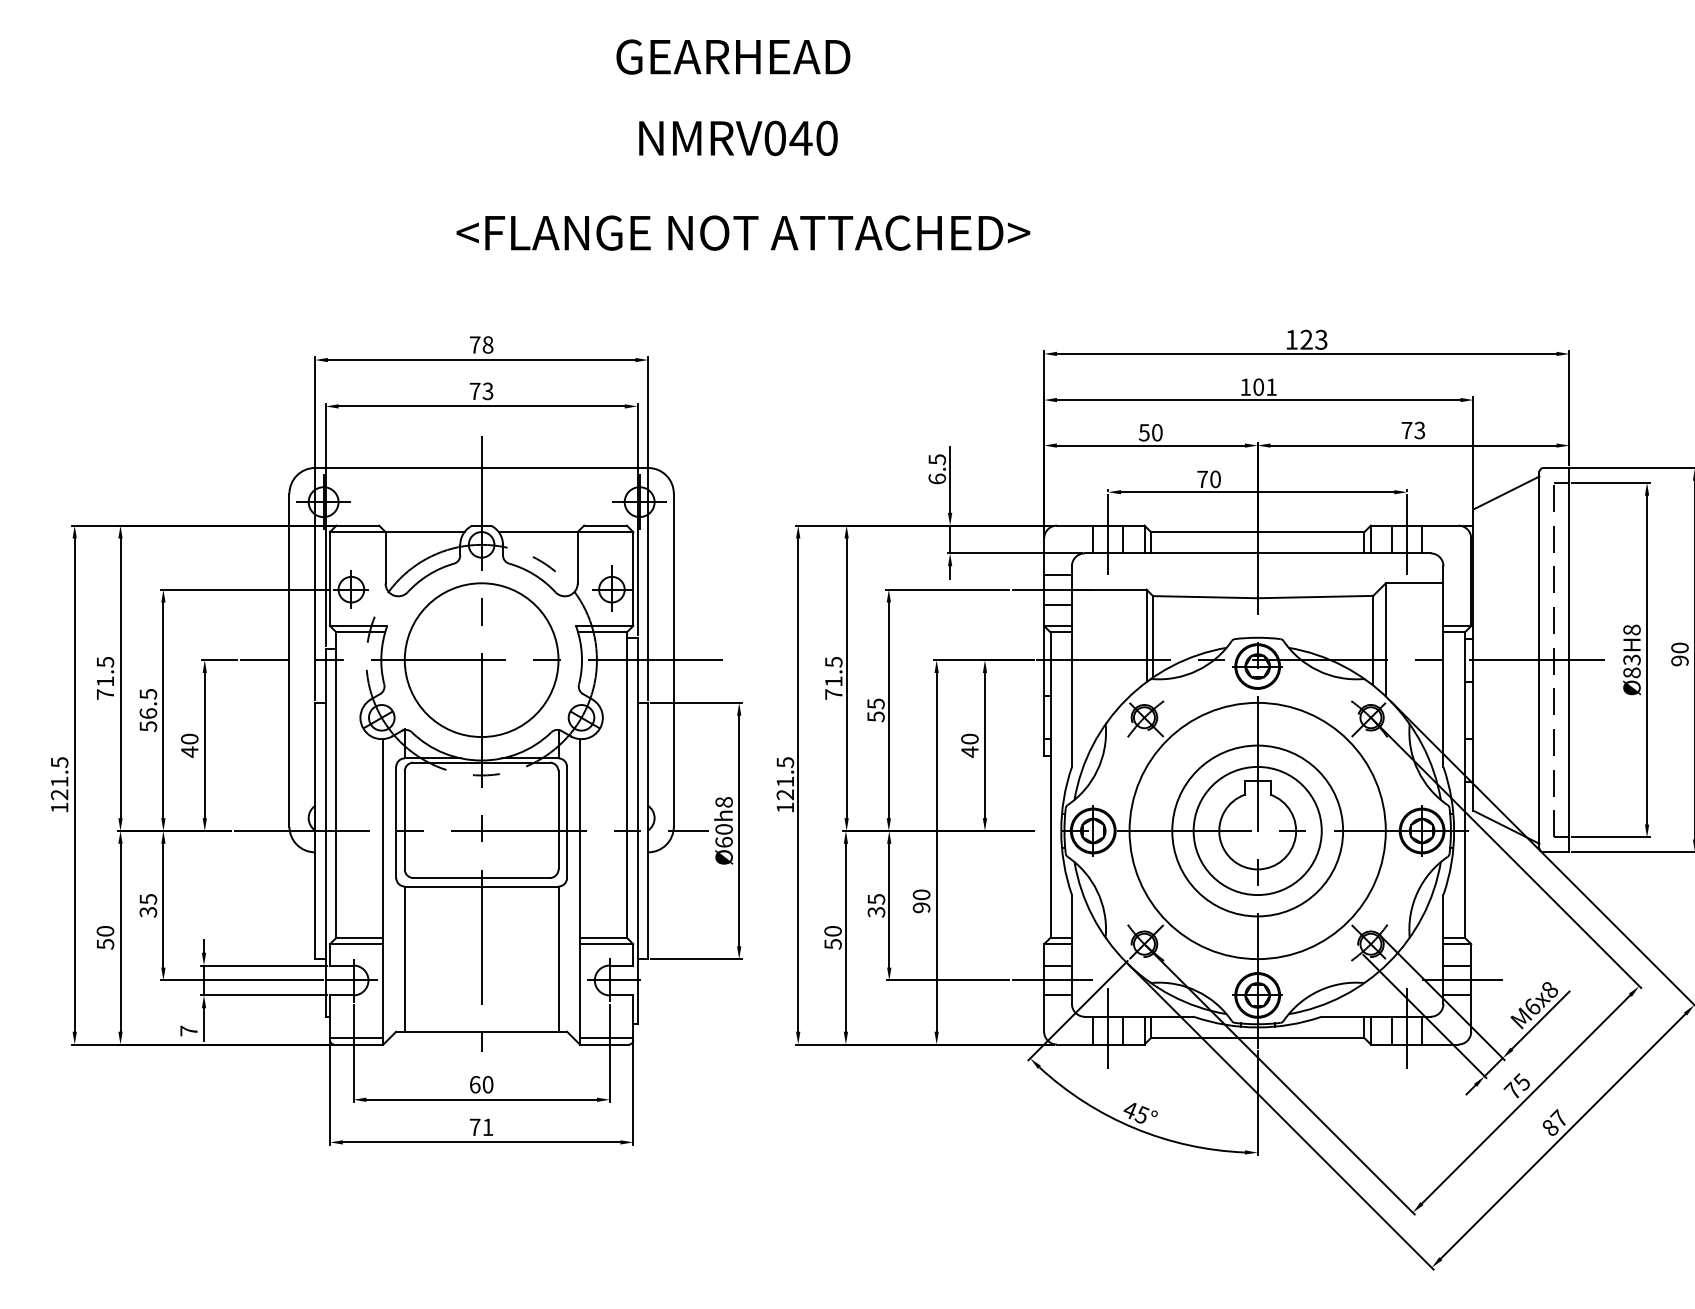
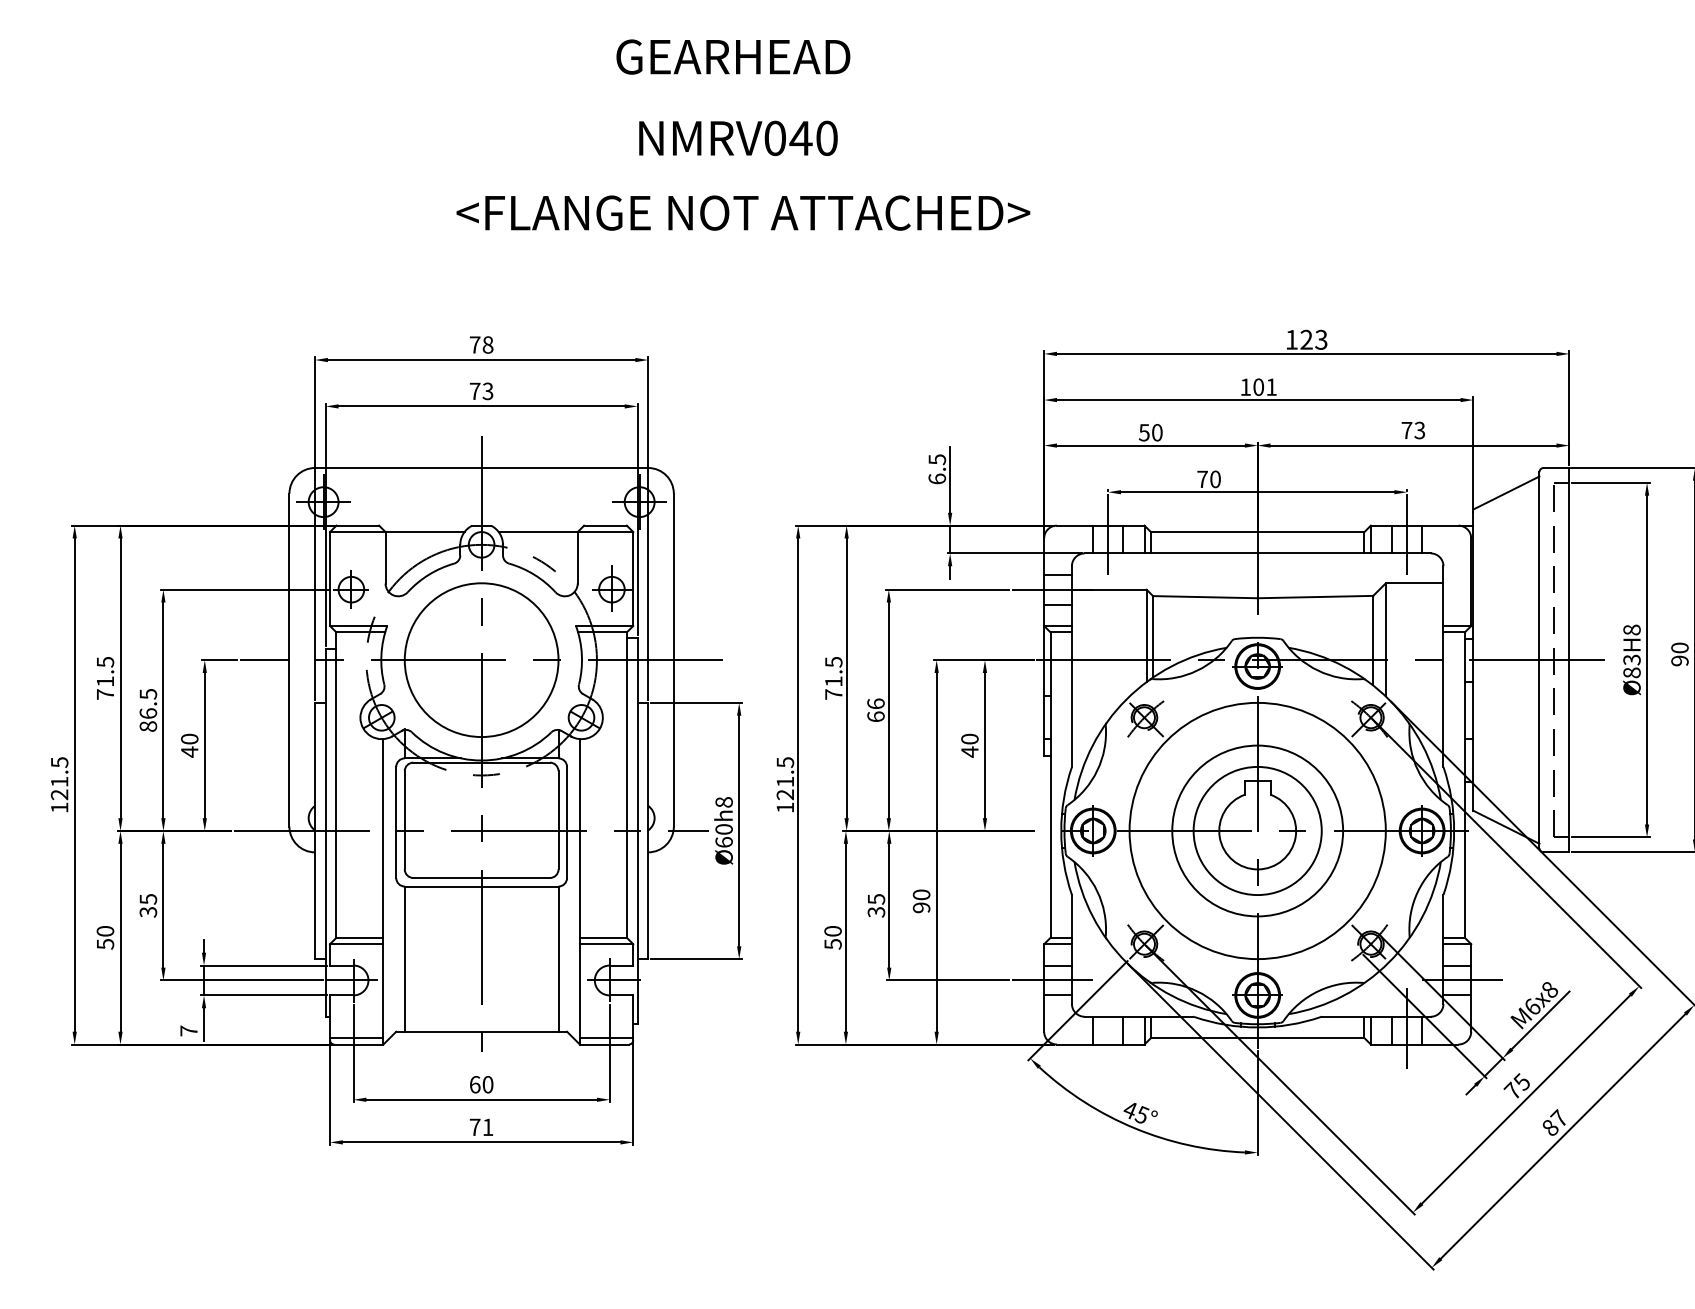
text at (743, 232) position: (743, 232) -> (743, 212)
text at (875, 710): 55 -> 66
text at (148, 726): 56.5 -> 86.5
line at (1108, 1027): present -> none
